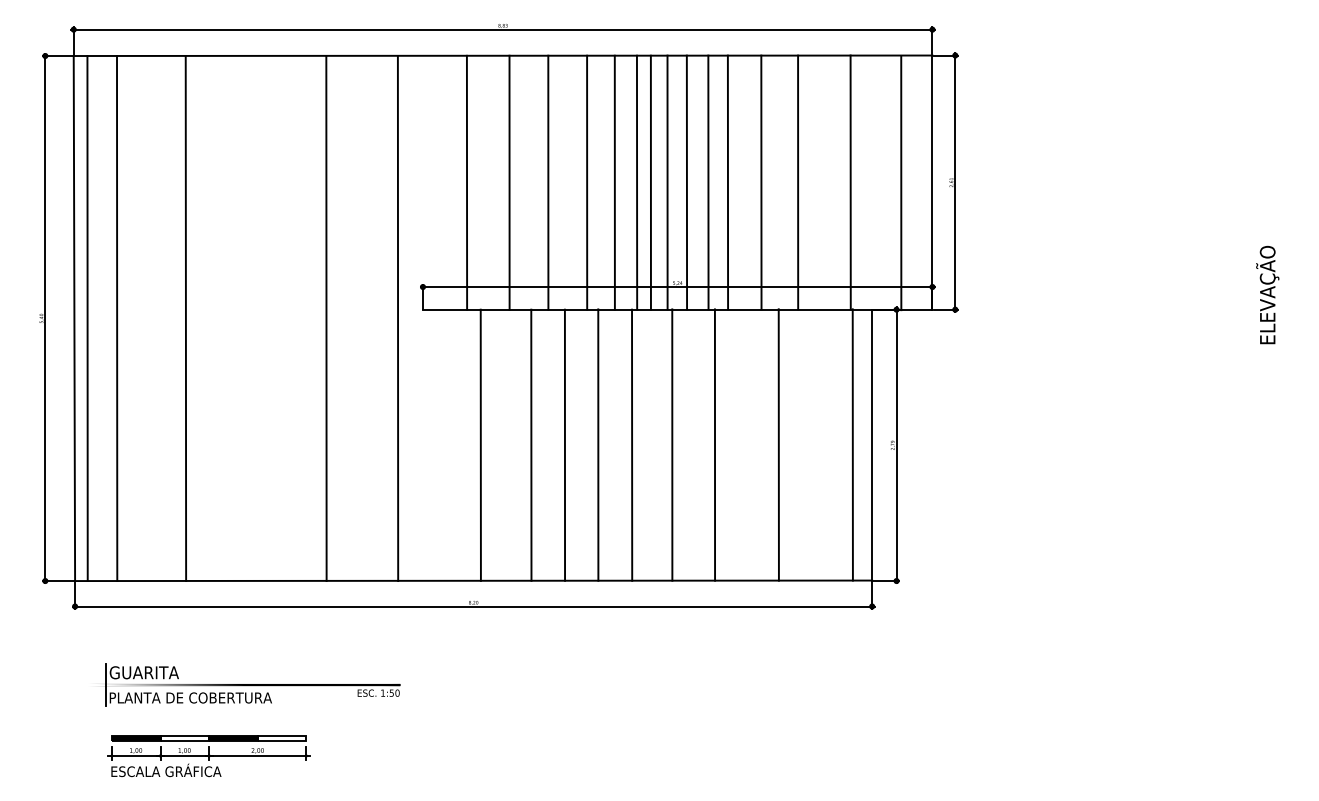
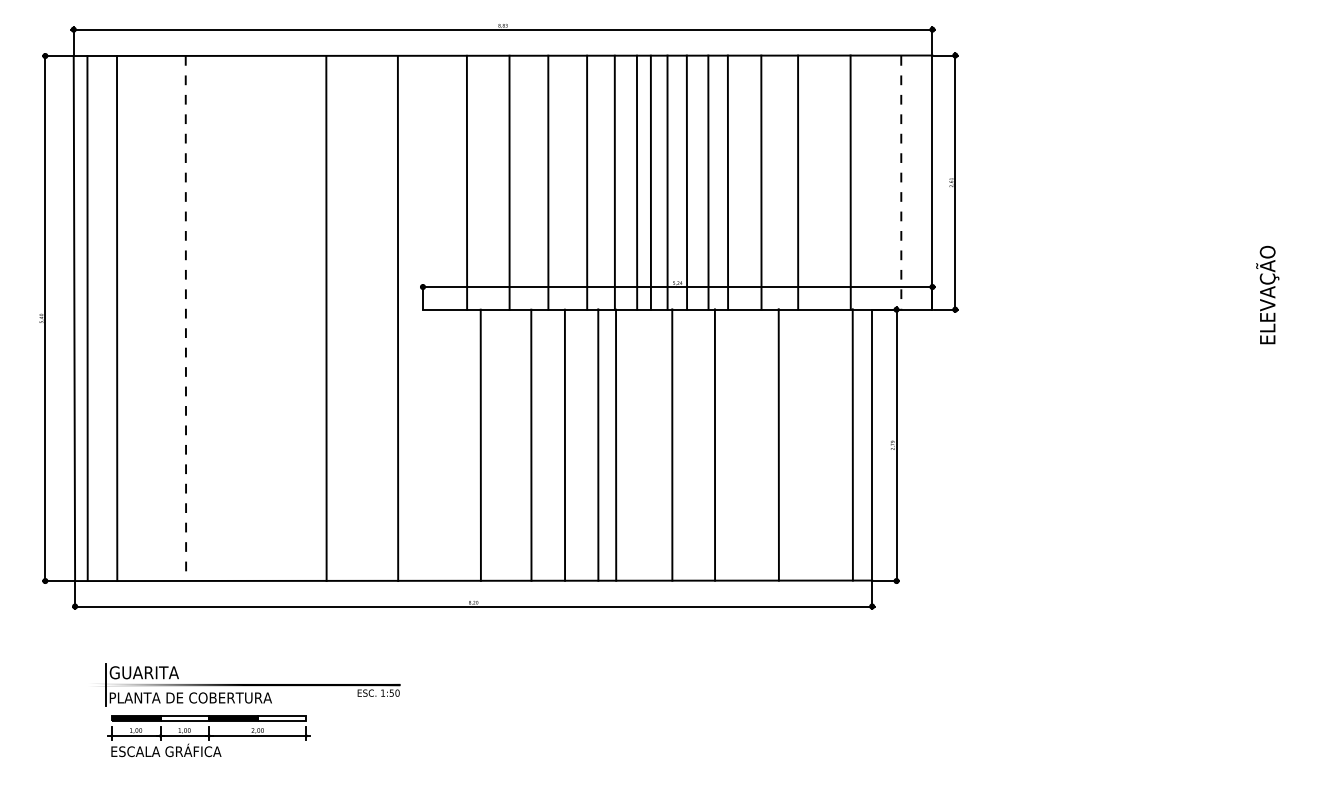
line at (901, 183): solid -> dashed
line at (185, 318): solid -> dashed
line at (632, 444) position: (632, 444) -> (616, 444)
part at (208, 756) position: (208, 756) -> (208, 736)
